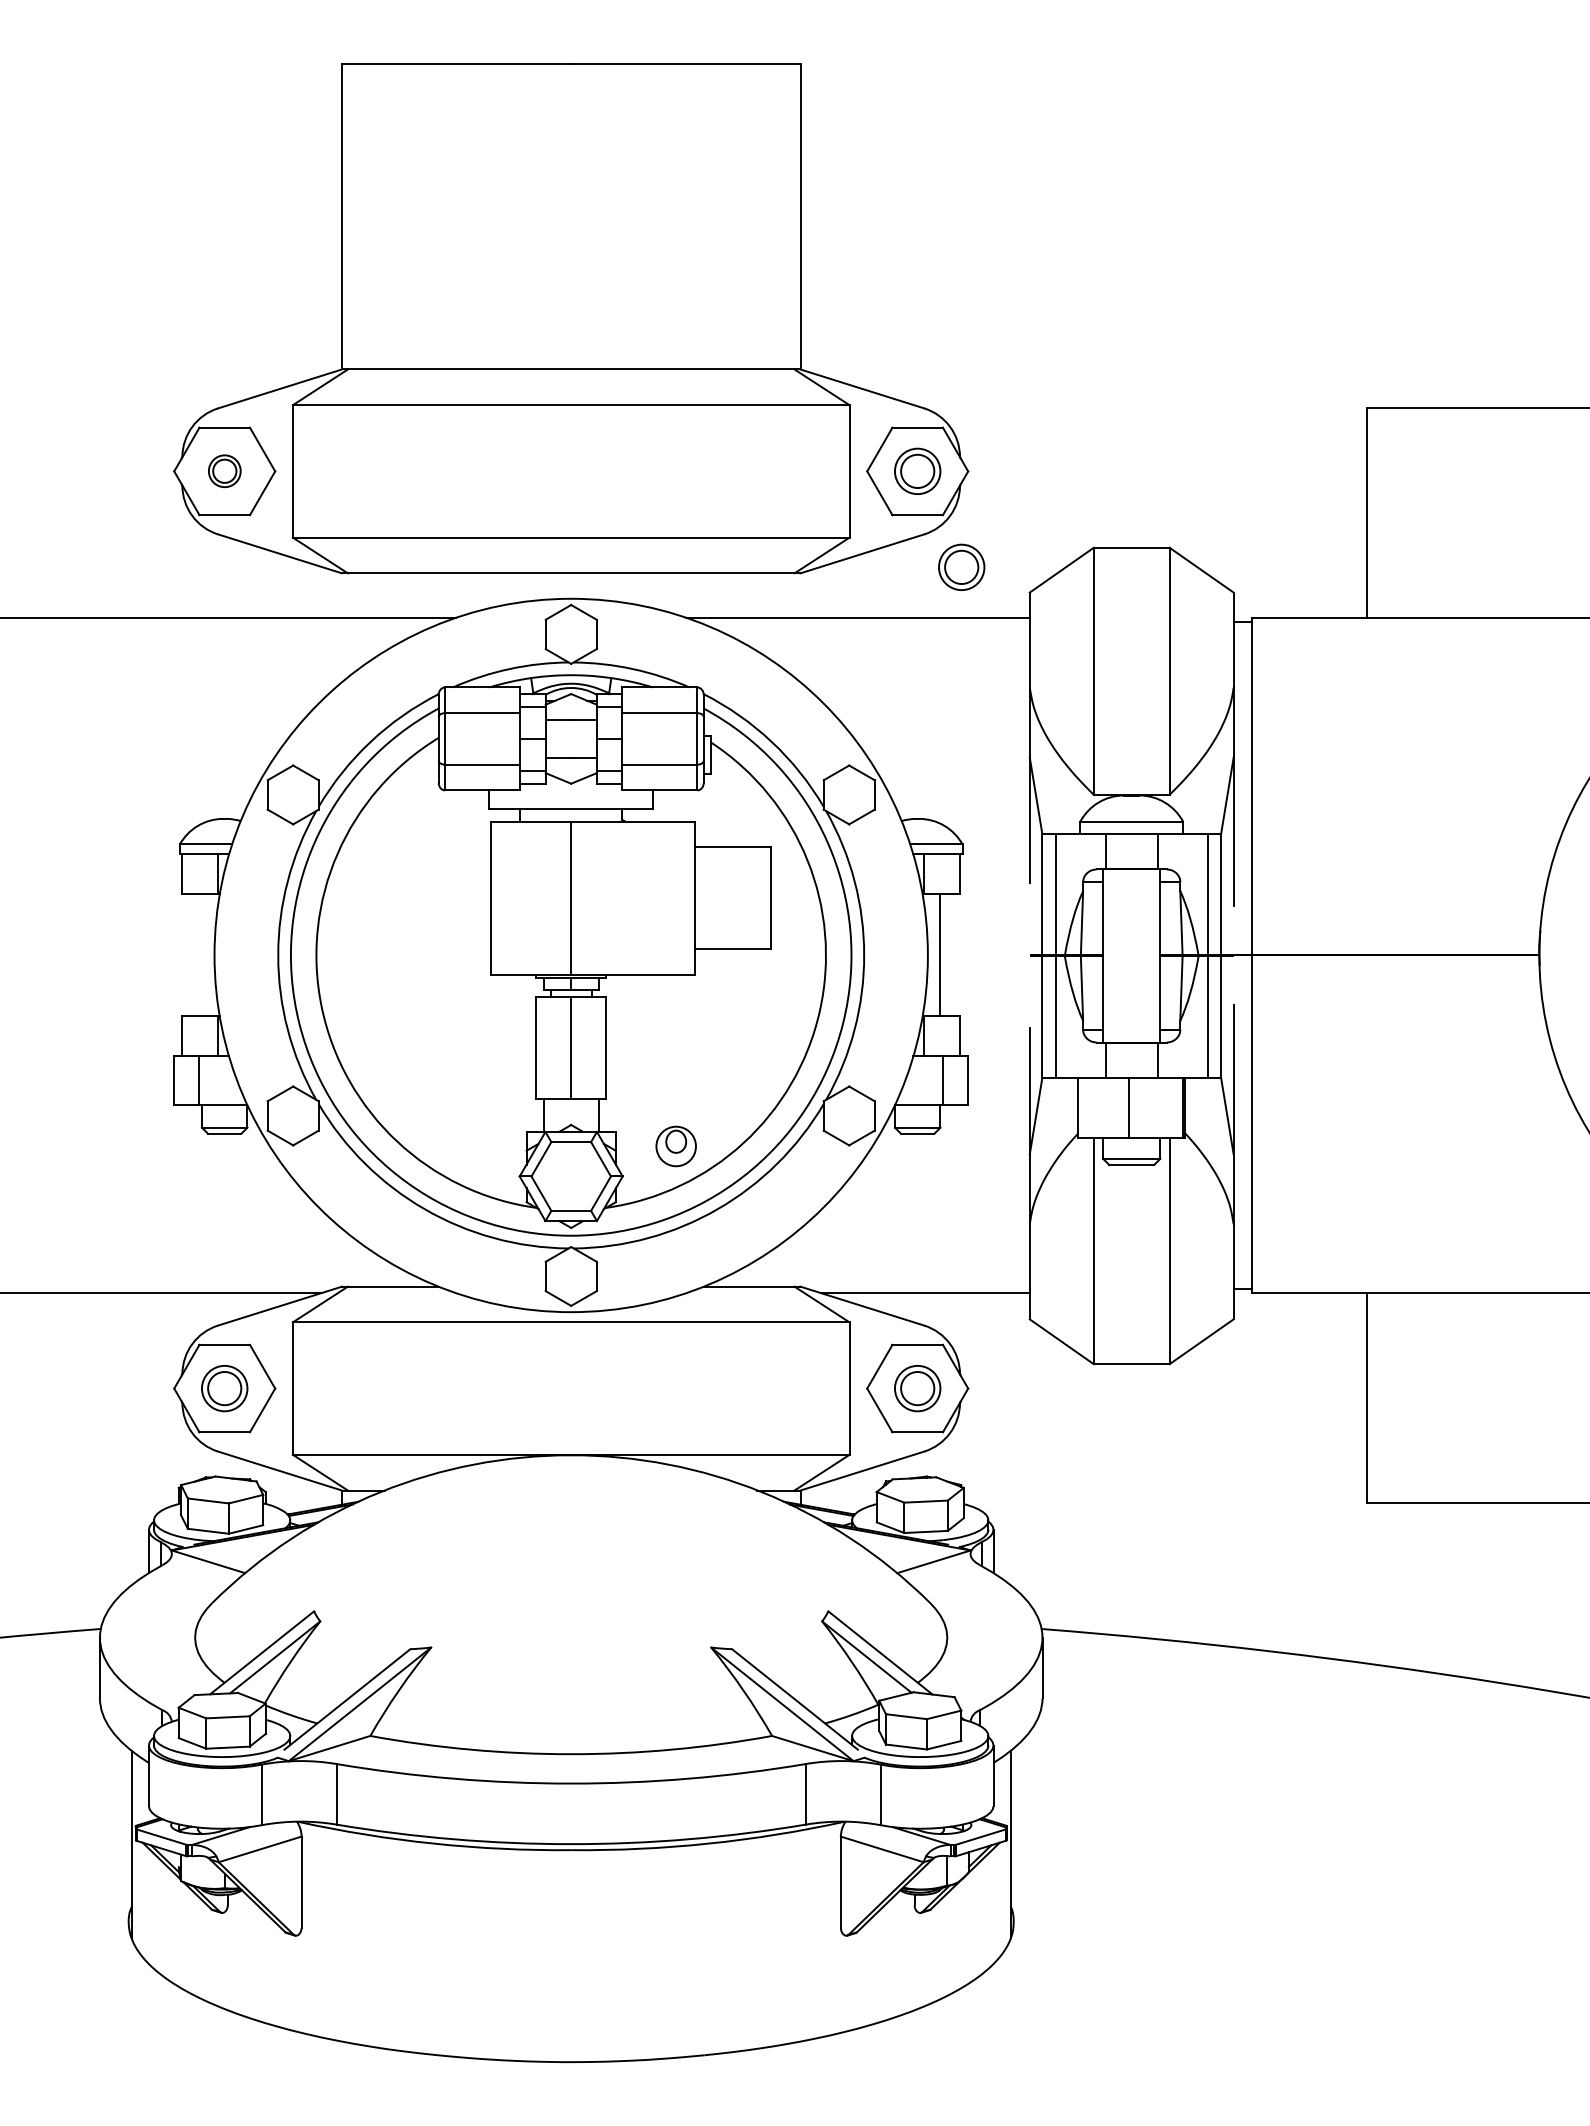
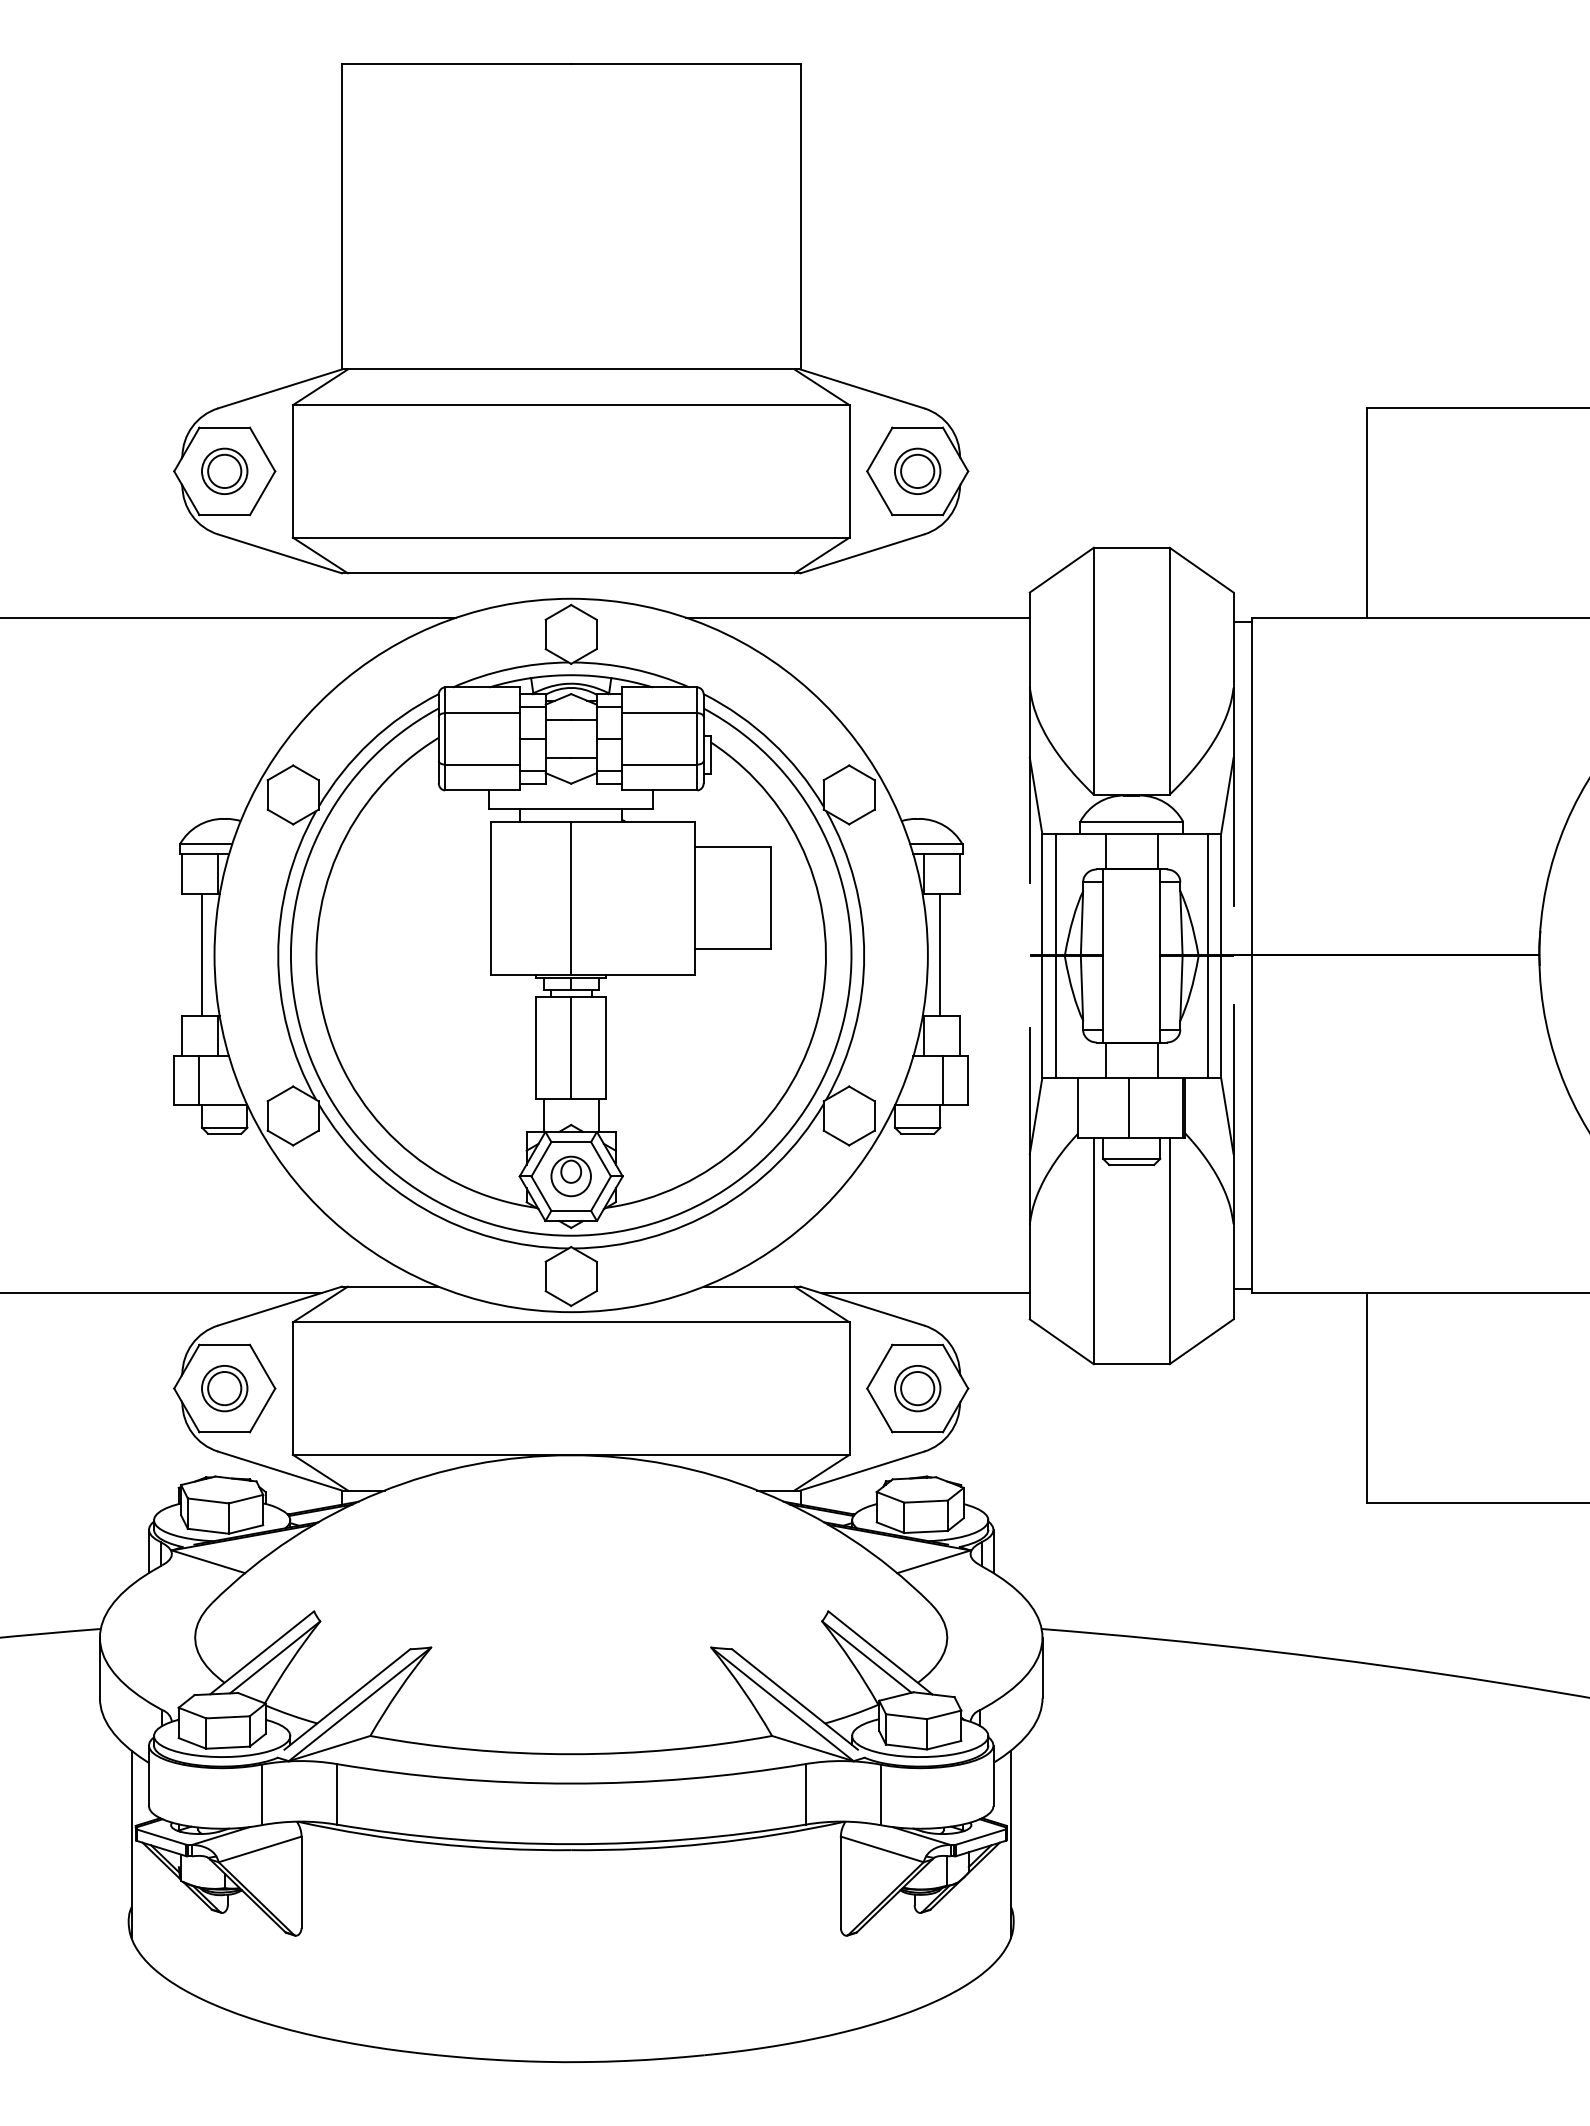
part at (224, 471) size: 34x35 px -> 48x48 px
part at (961, 566): present -> none
line at (202, 954): none -> present
part at (675, 1146) position: (675, 1146) -> (570, 1176)
